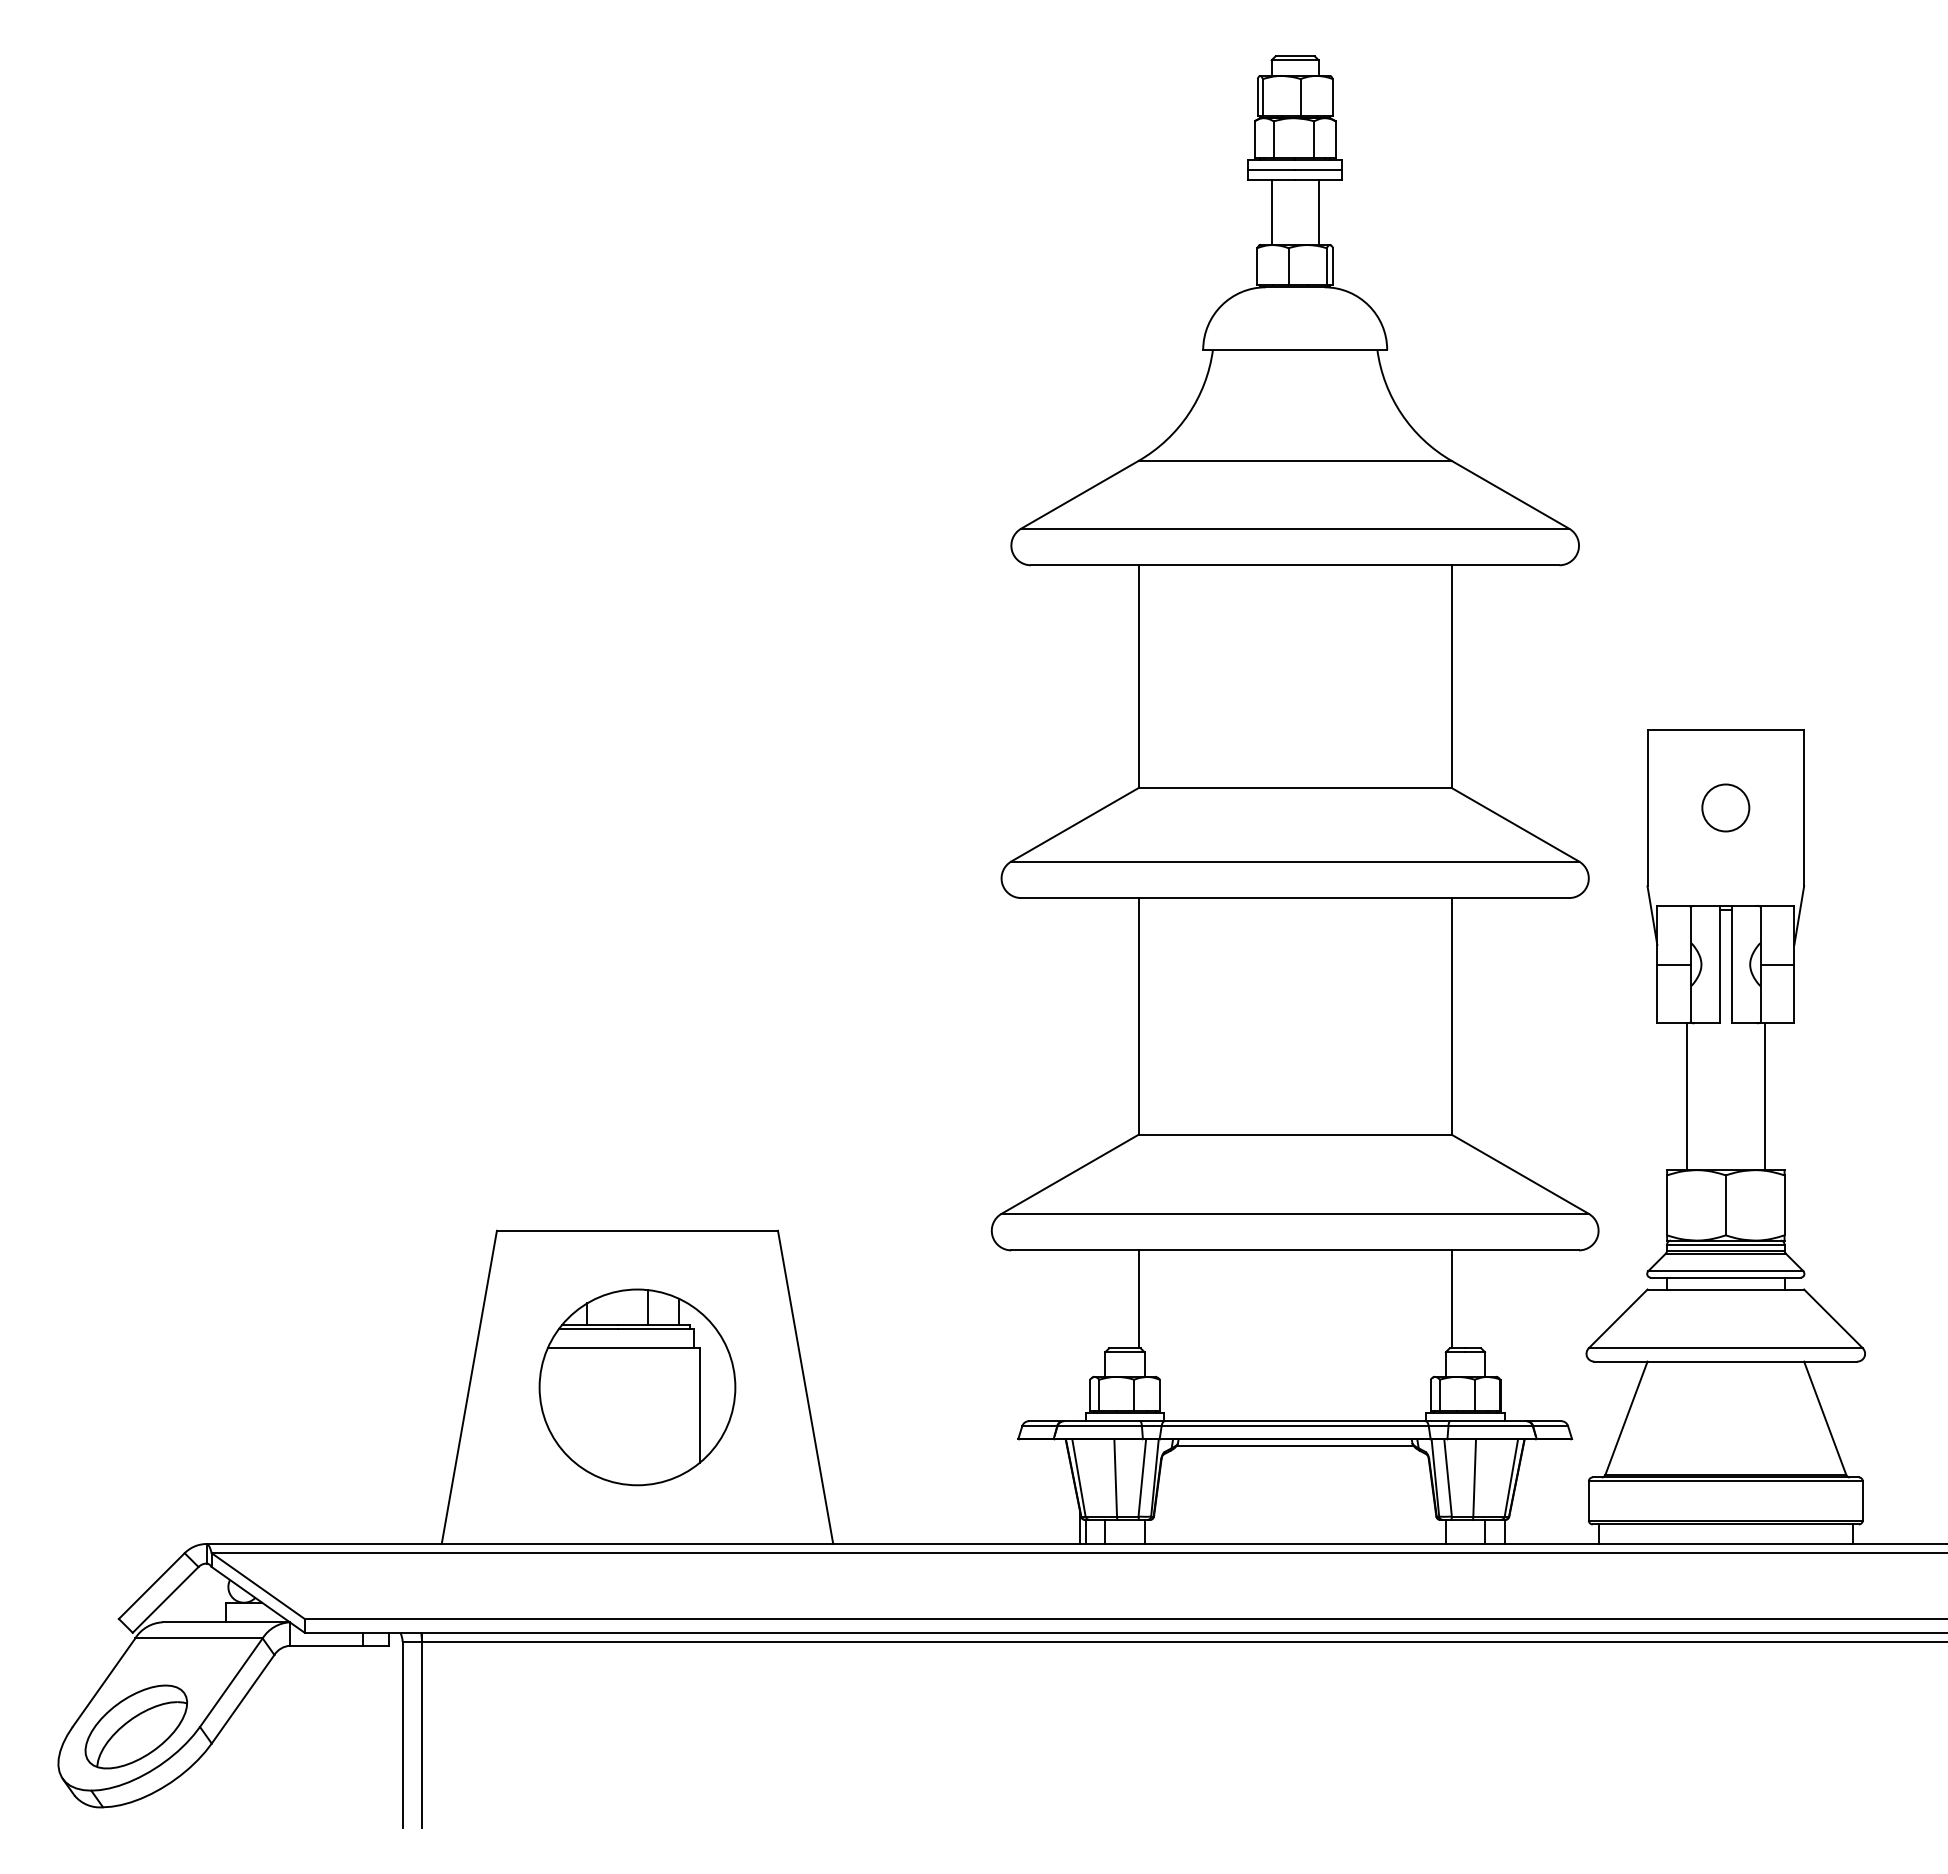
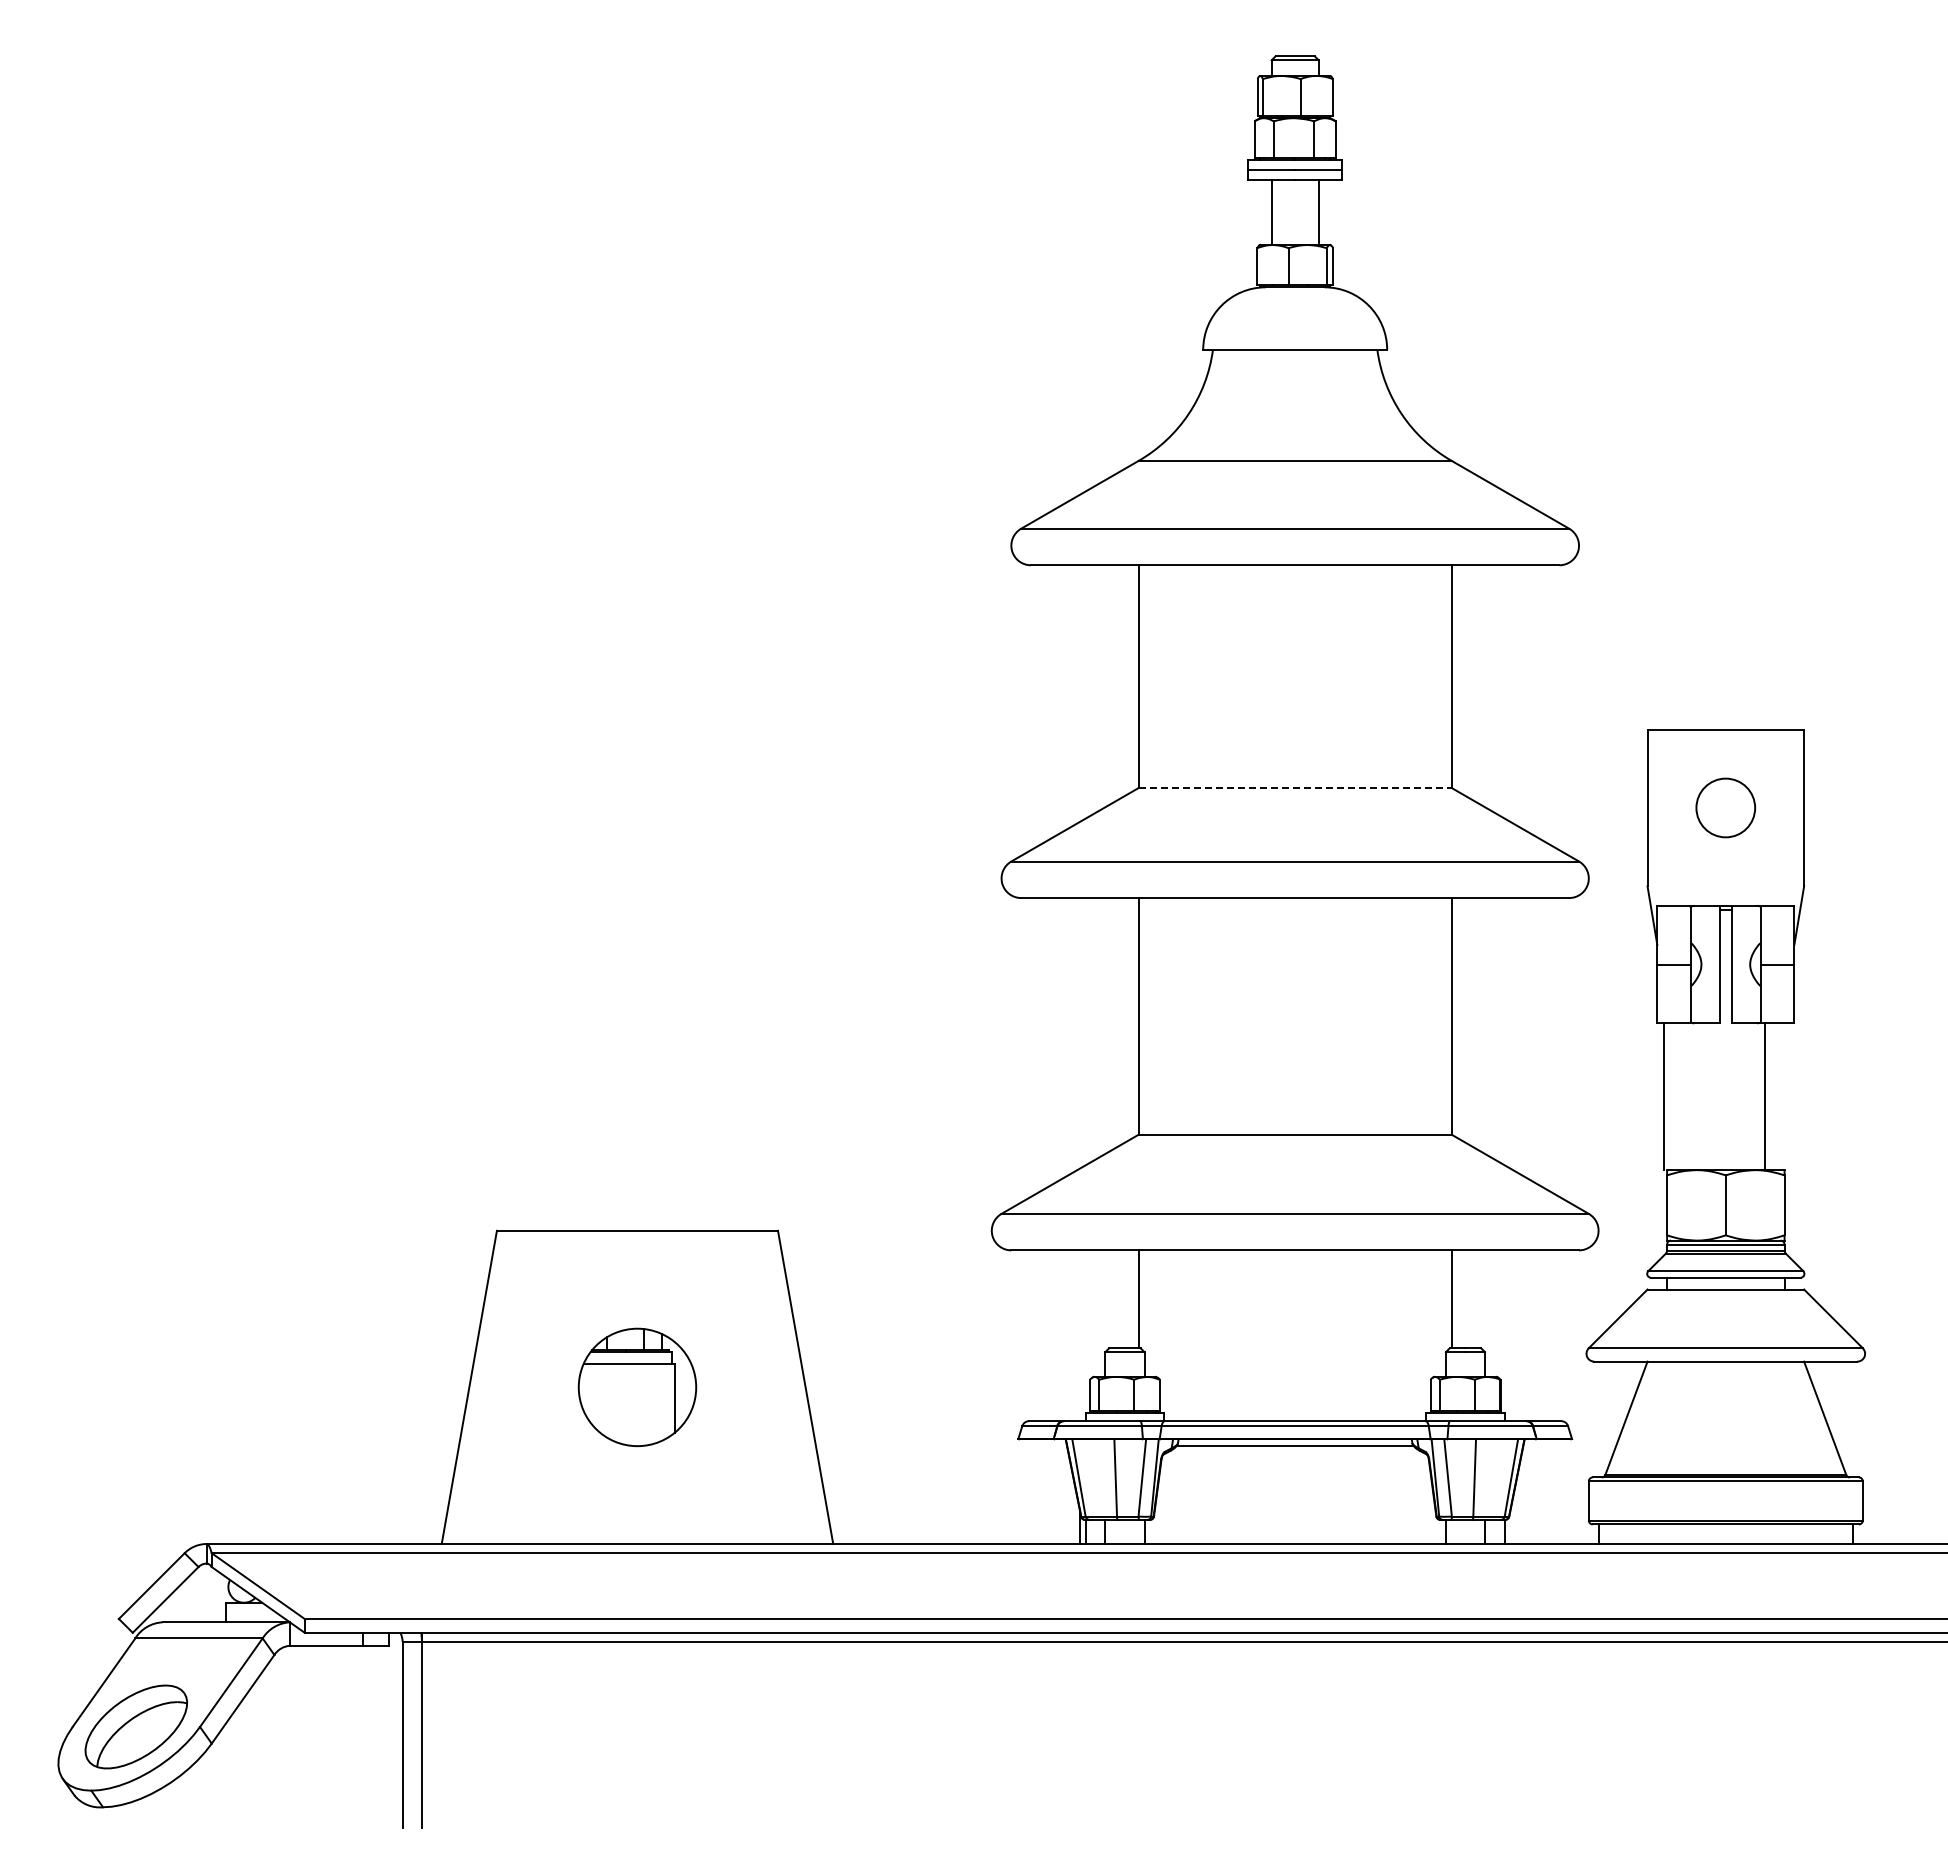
line at (1295, 788): solid -> dashed
circle at (1725, 807) size: 50x50 px -> 61x62 px
line at (1686, 1096) position: (1686, 1096) -> (1663, 1096)
part at (637, 1387) size: 199x199 px -> 121x121 px
